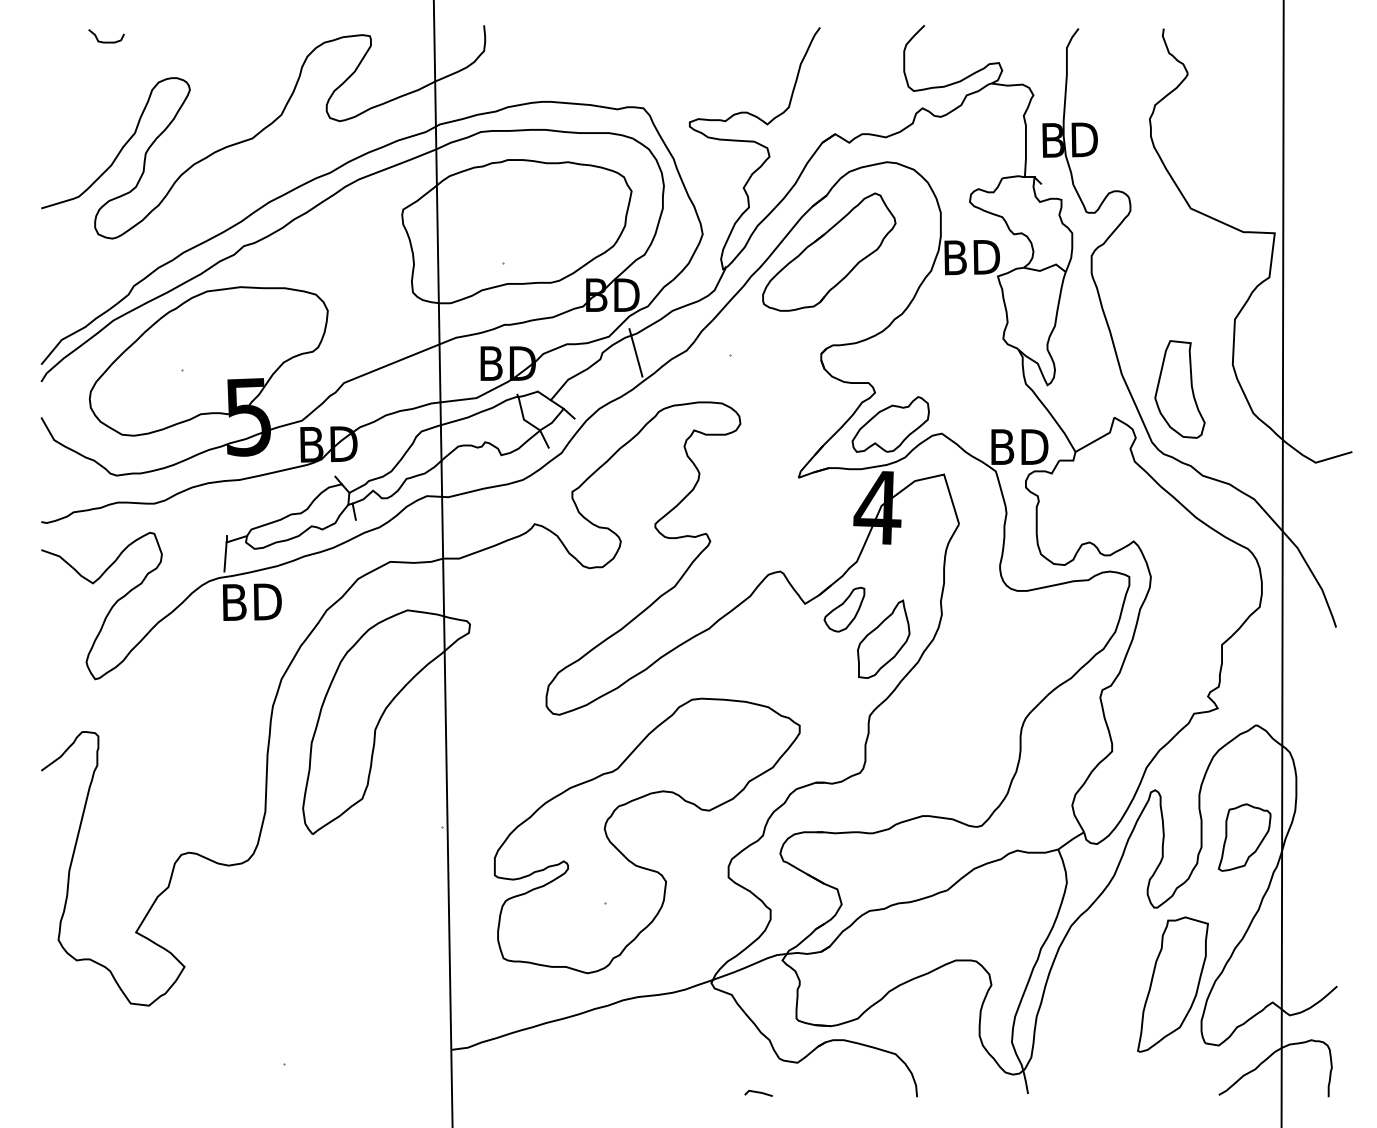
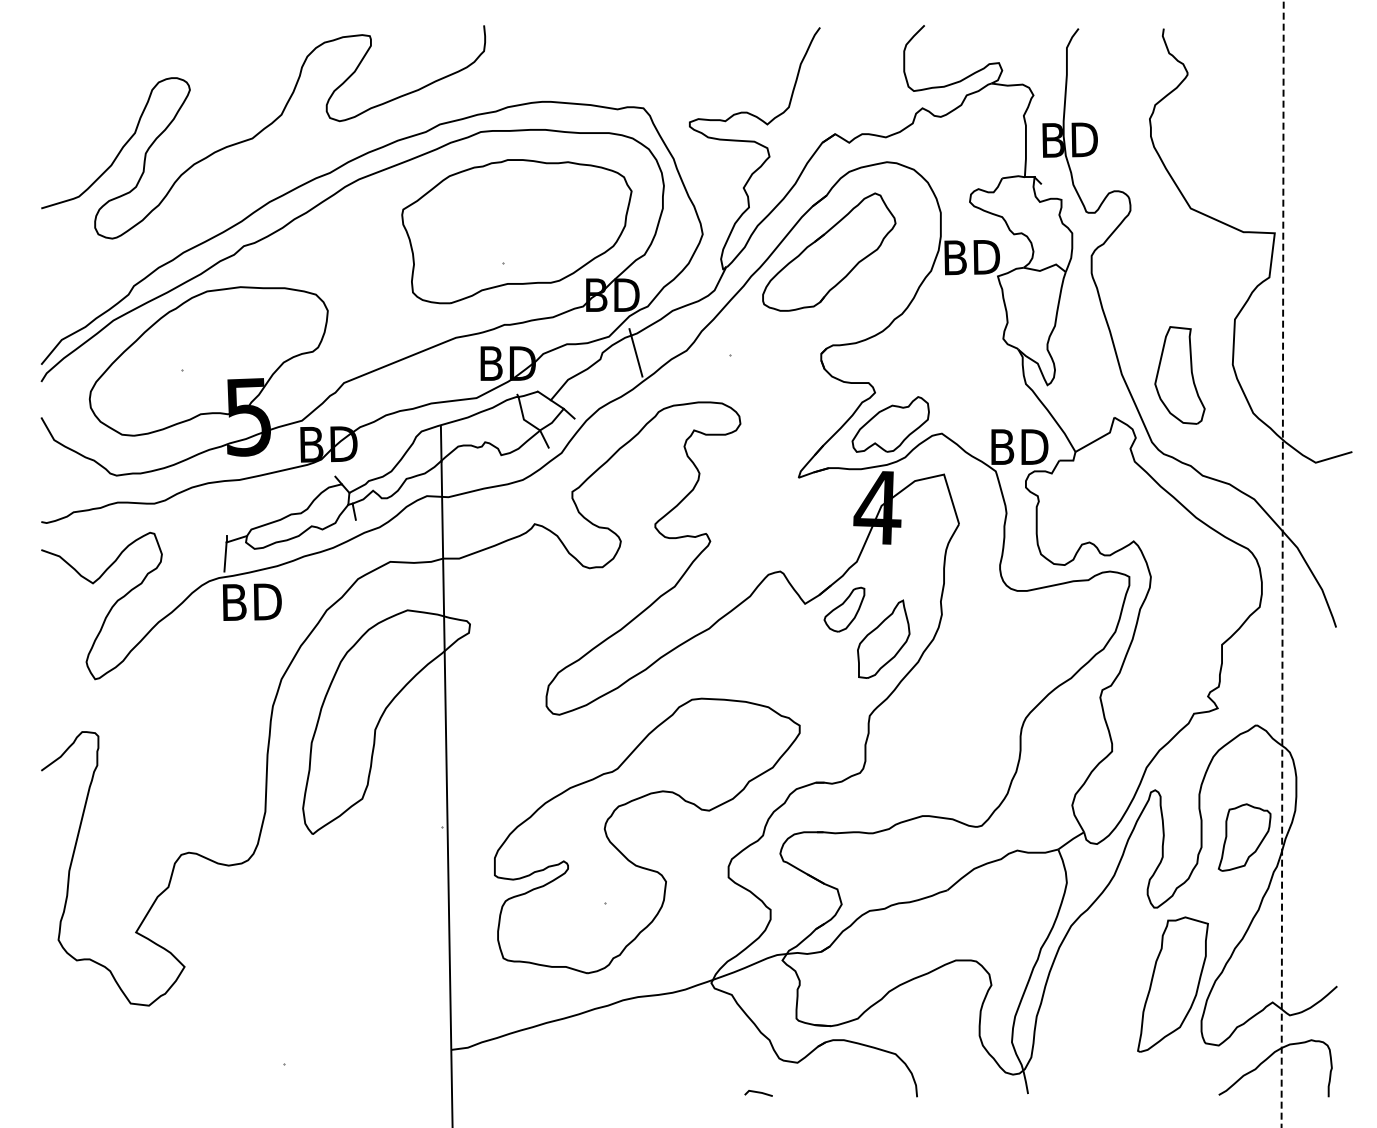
curve at (106, 41): present -> none
line at (436, 214): present -> none
part at (1179, 389) position: (1179, 389) -> (1179, 375)
line at (1282, 564): solid -> dashed
